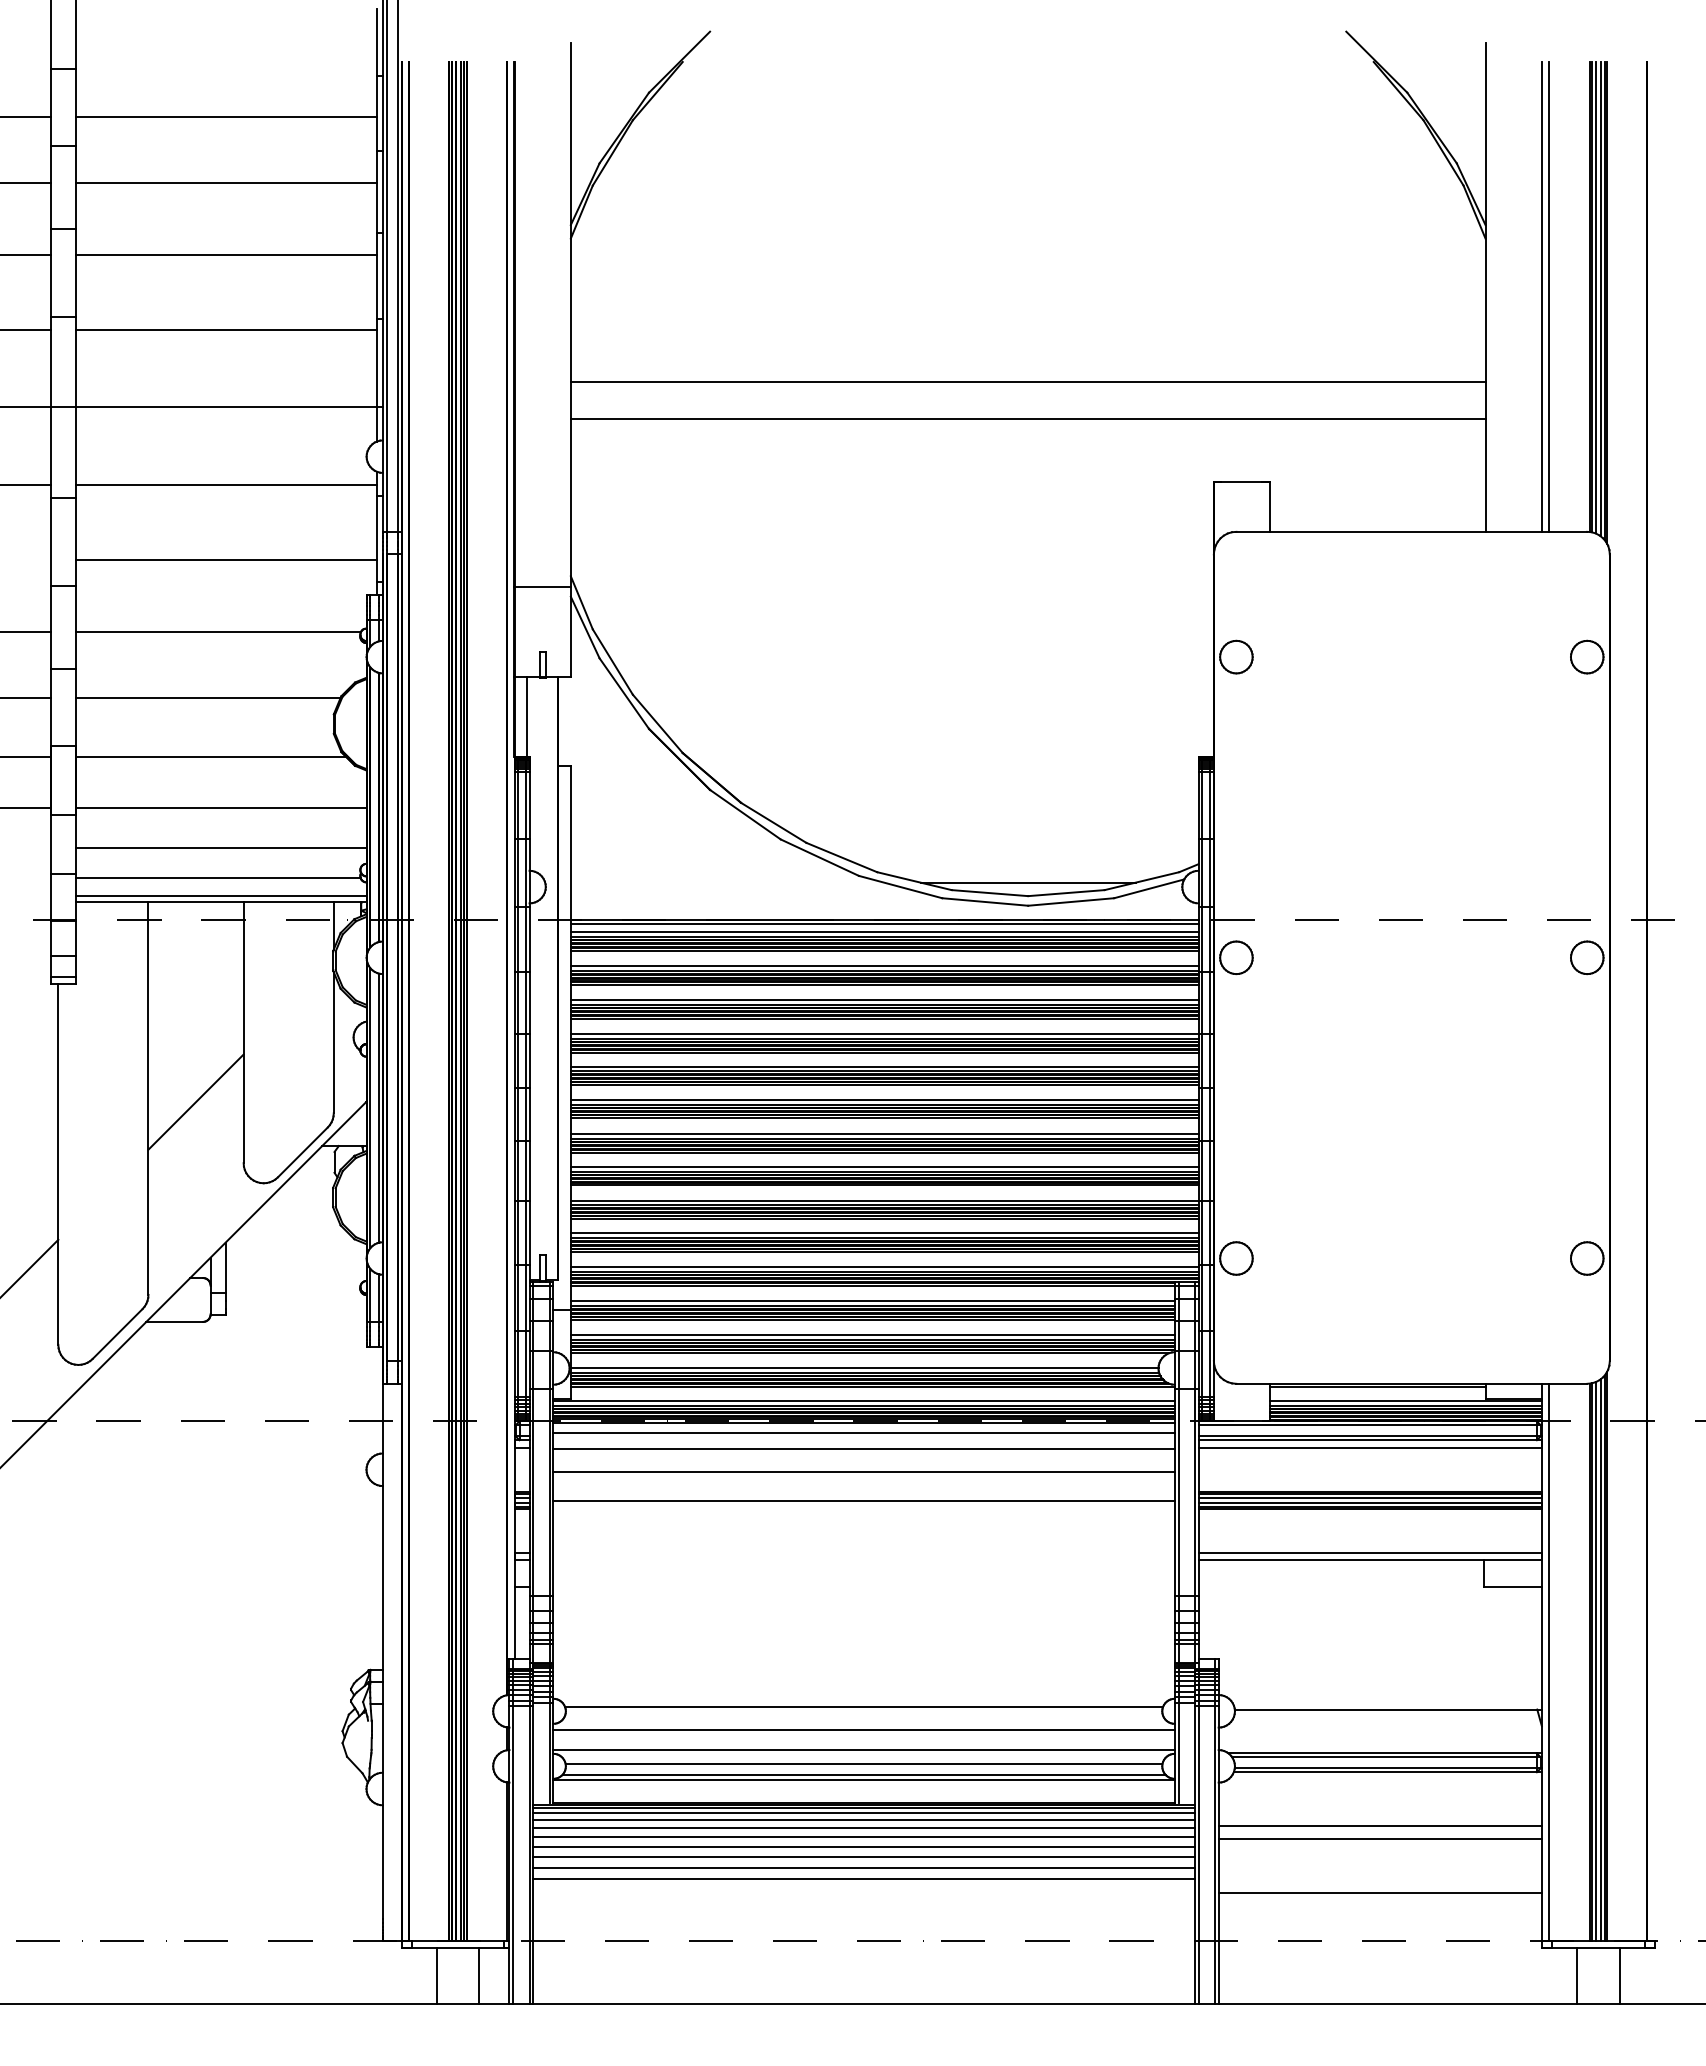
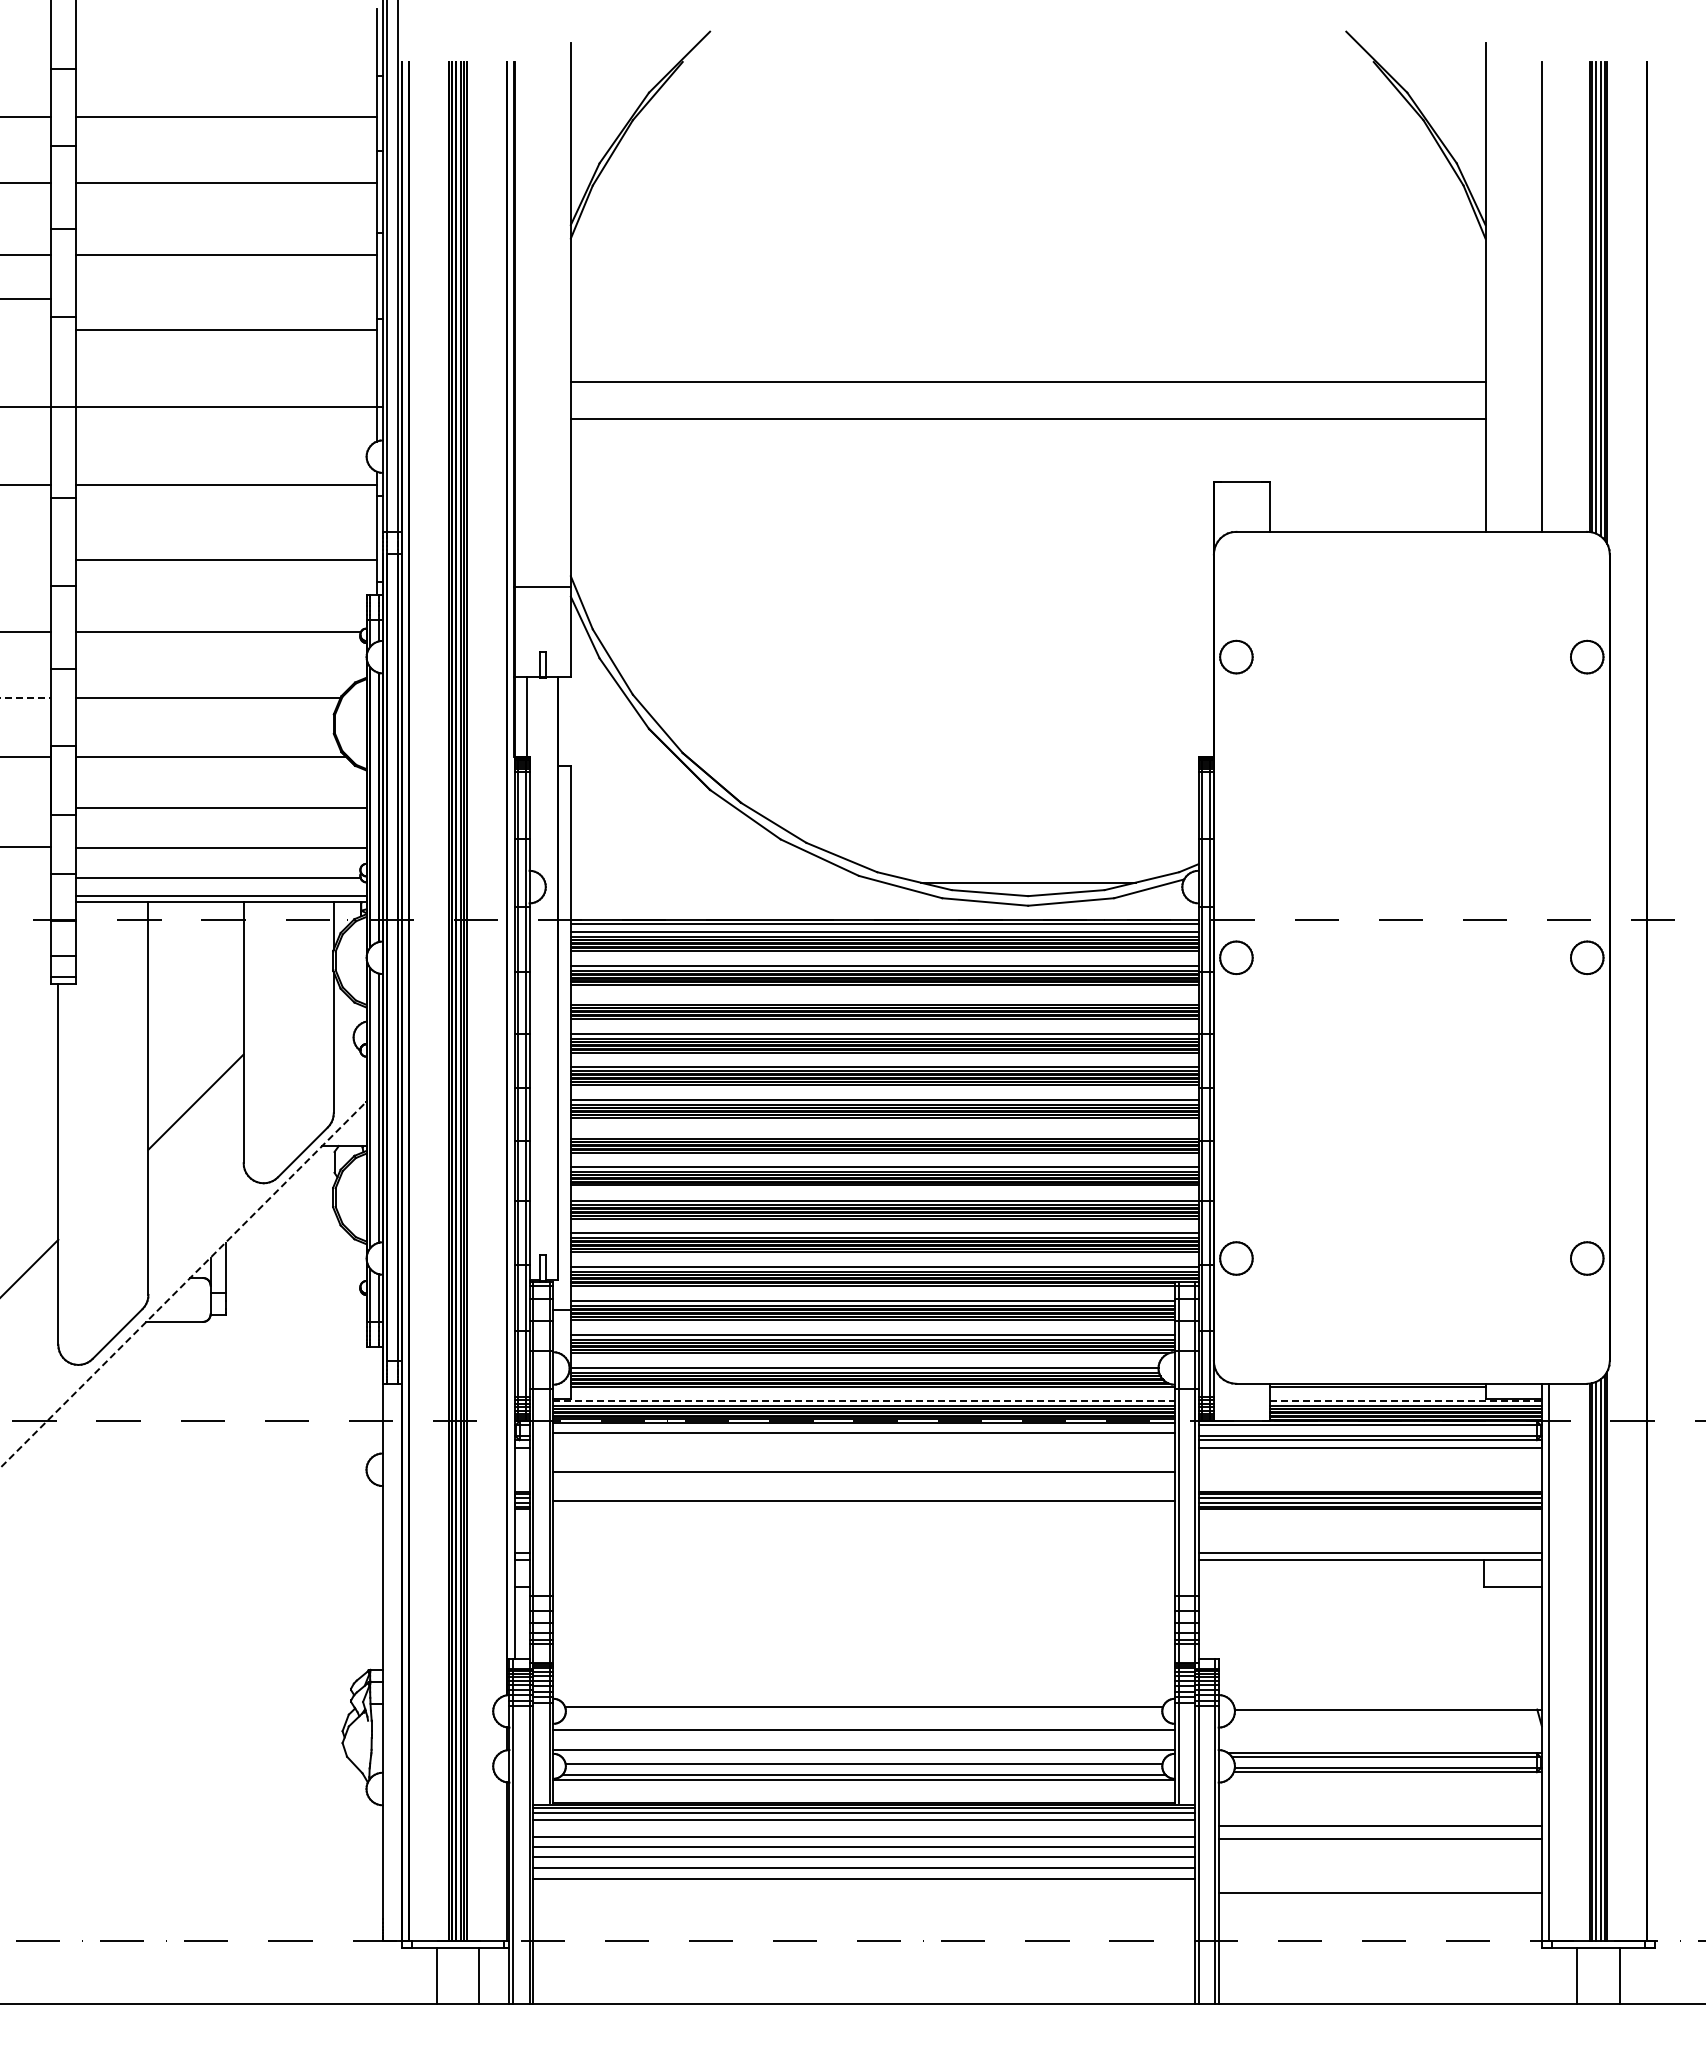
line at (1549, 296): present -> none
line at (26, 330) position: (26, 330) -> (26, 299)
line at (26, 698): solid -> dashed
line at (26, 807) position: (26, 807) -> (26, 846)
line at (884, 999): present -> none
line at (884, 1134): present -> none
line at (183, 1284): solid -> dashed
line at (864, 1400): solid -> dashed
line at (1405, 1400): solid -> dashed
line at (863, 1449): present -> none
line at (863, 1828): present -> none
